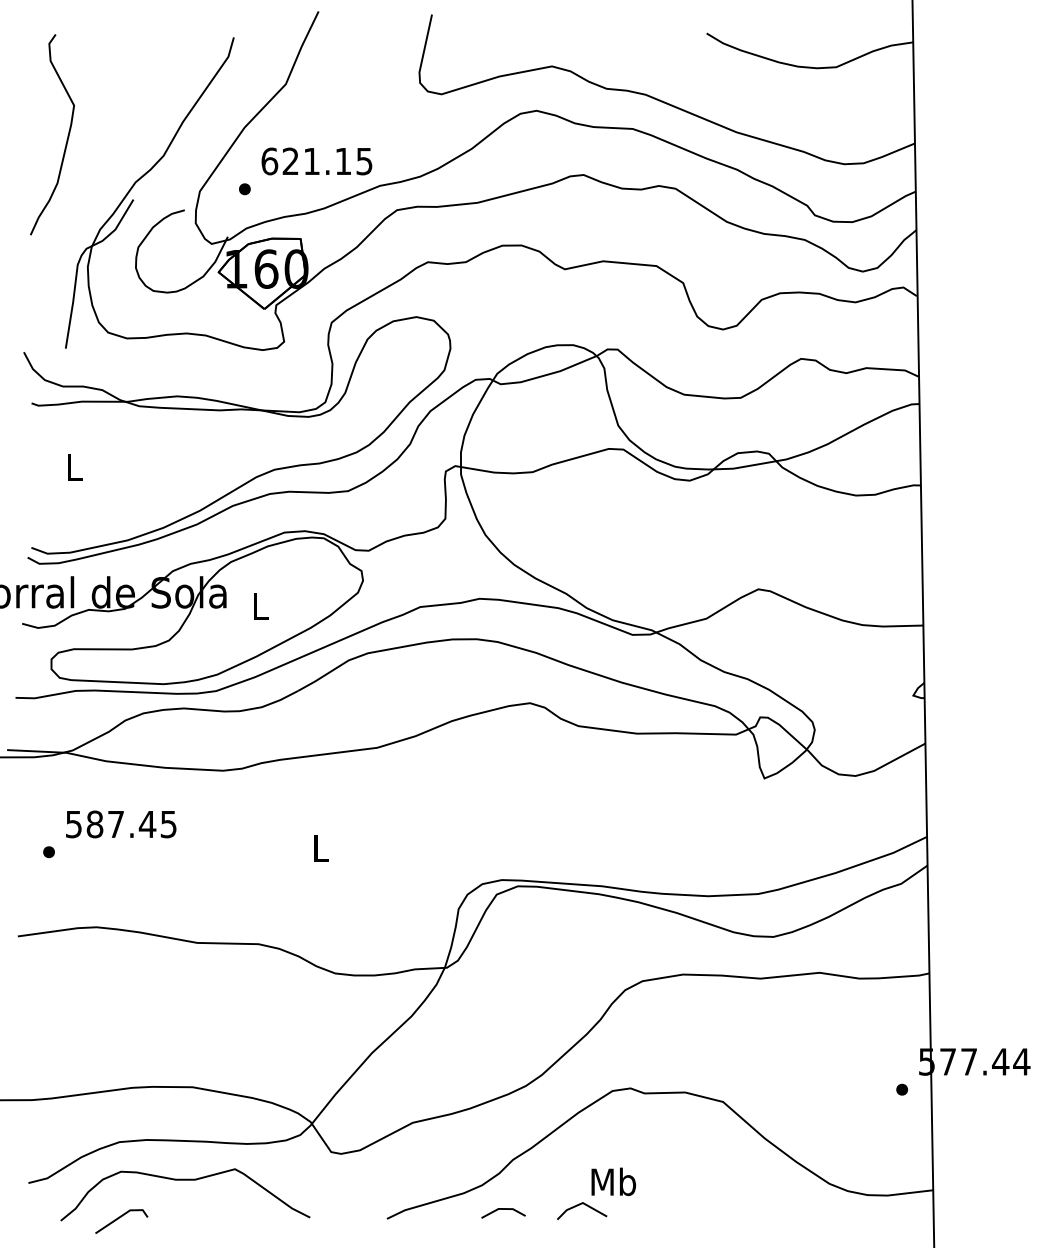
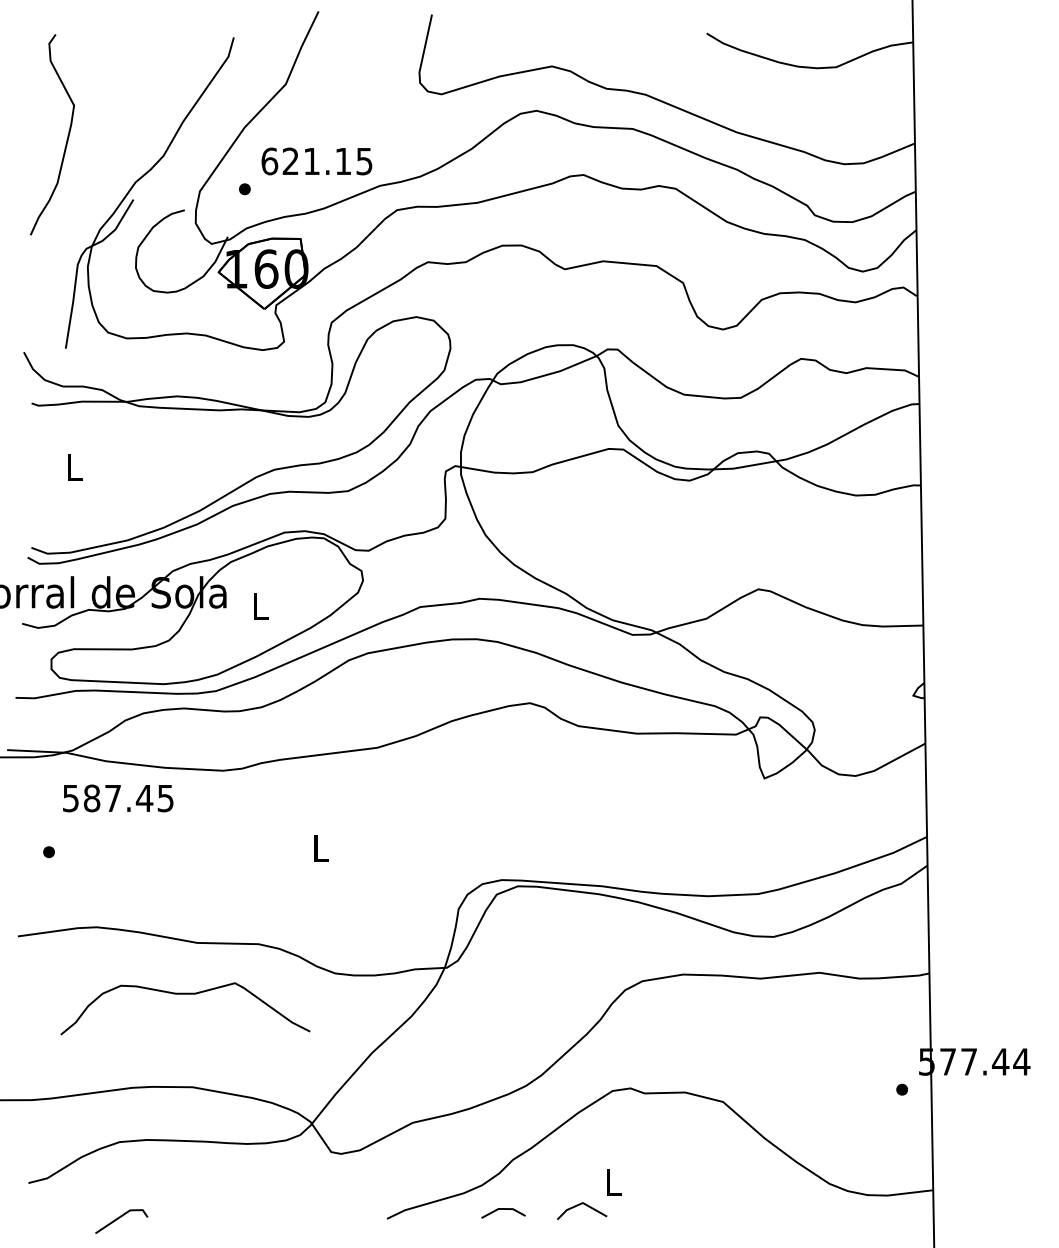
text at (121, 824) position: (121, 824) -> (118, 798)
curve at (185, 1180) position: (185, 1180) -> (185, 994)
text at (613, 1181): Mb -> L
